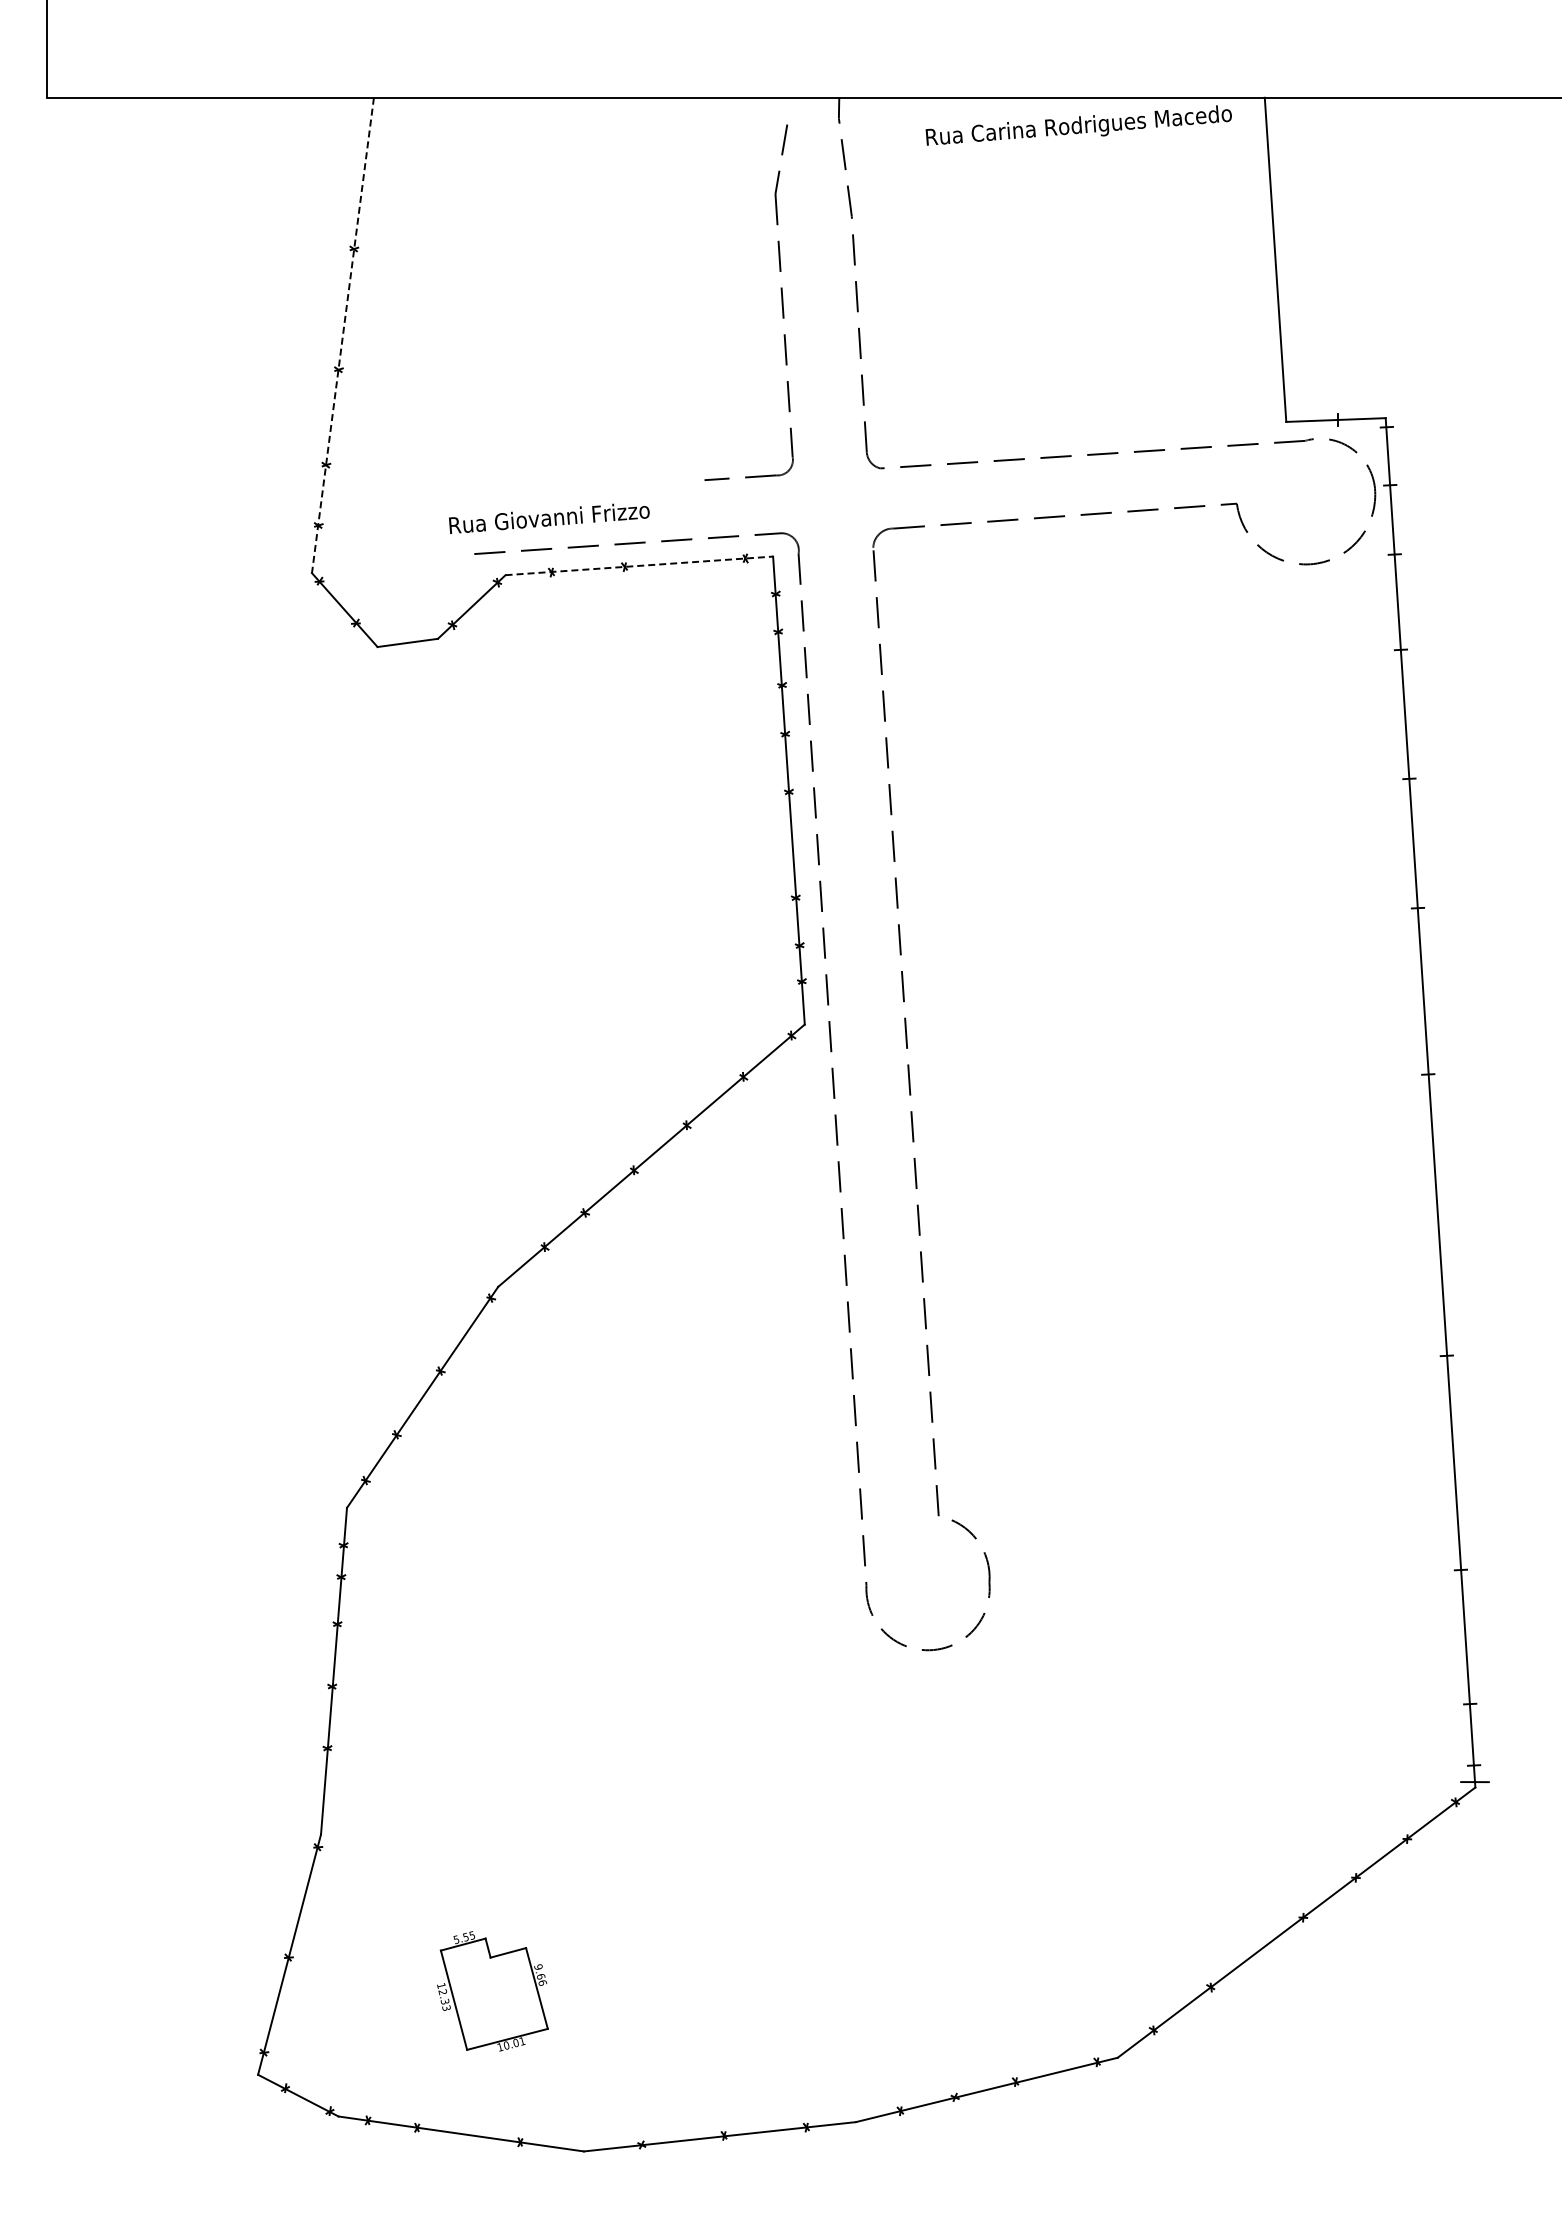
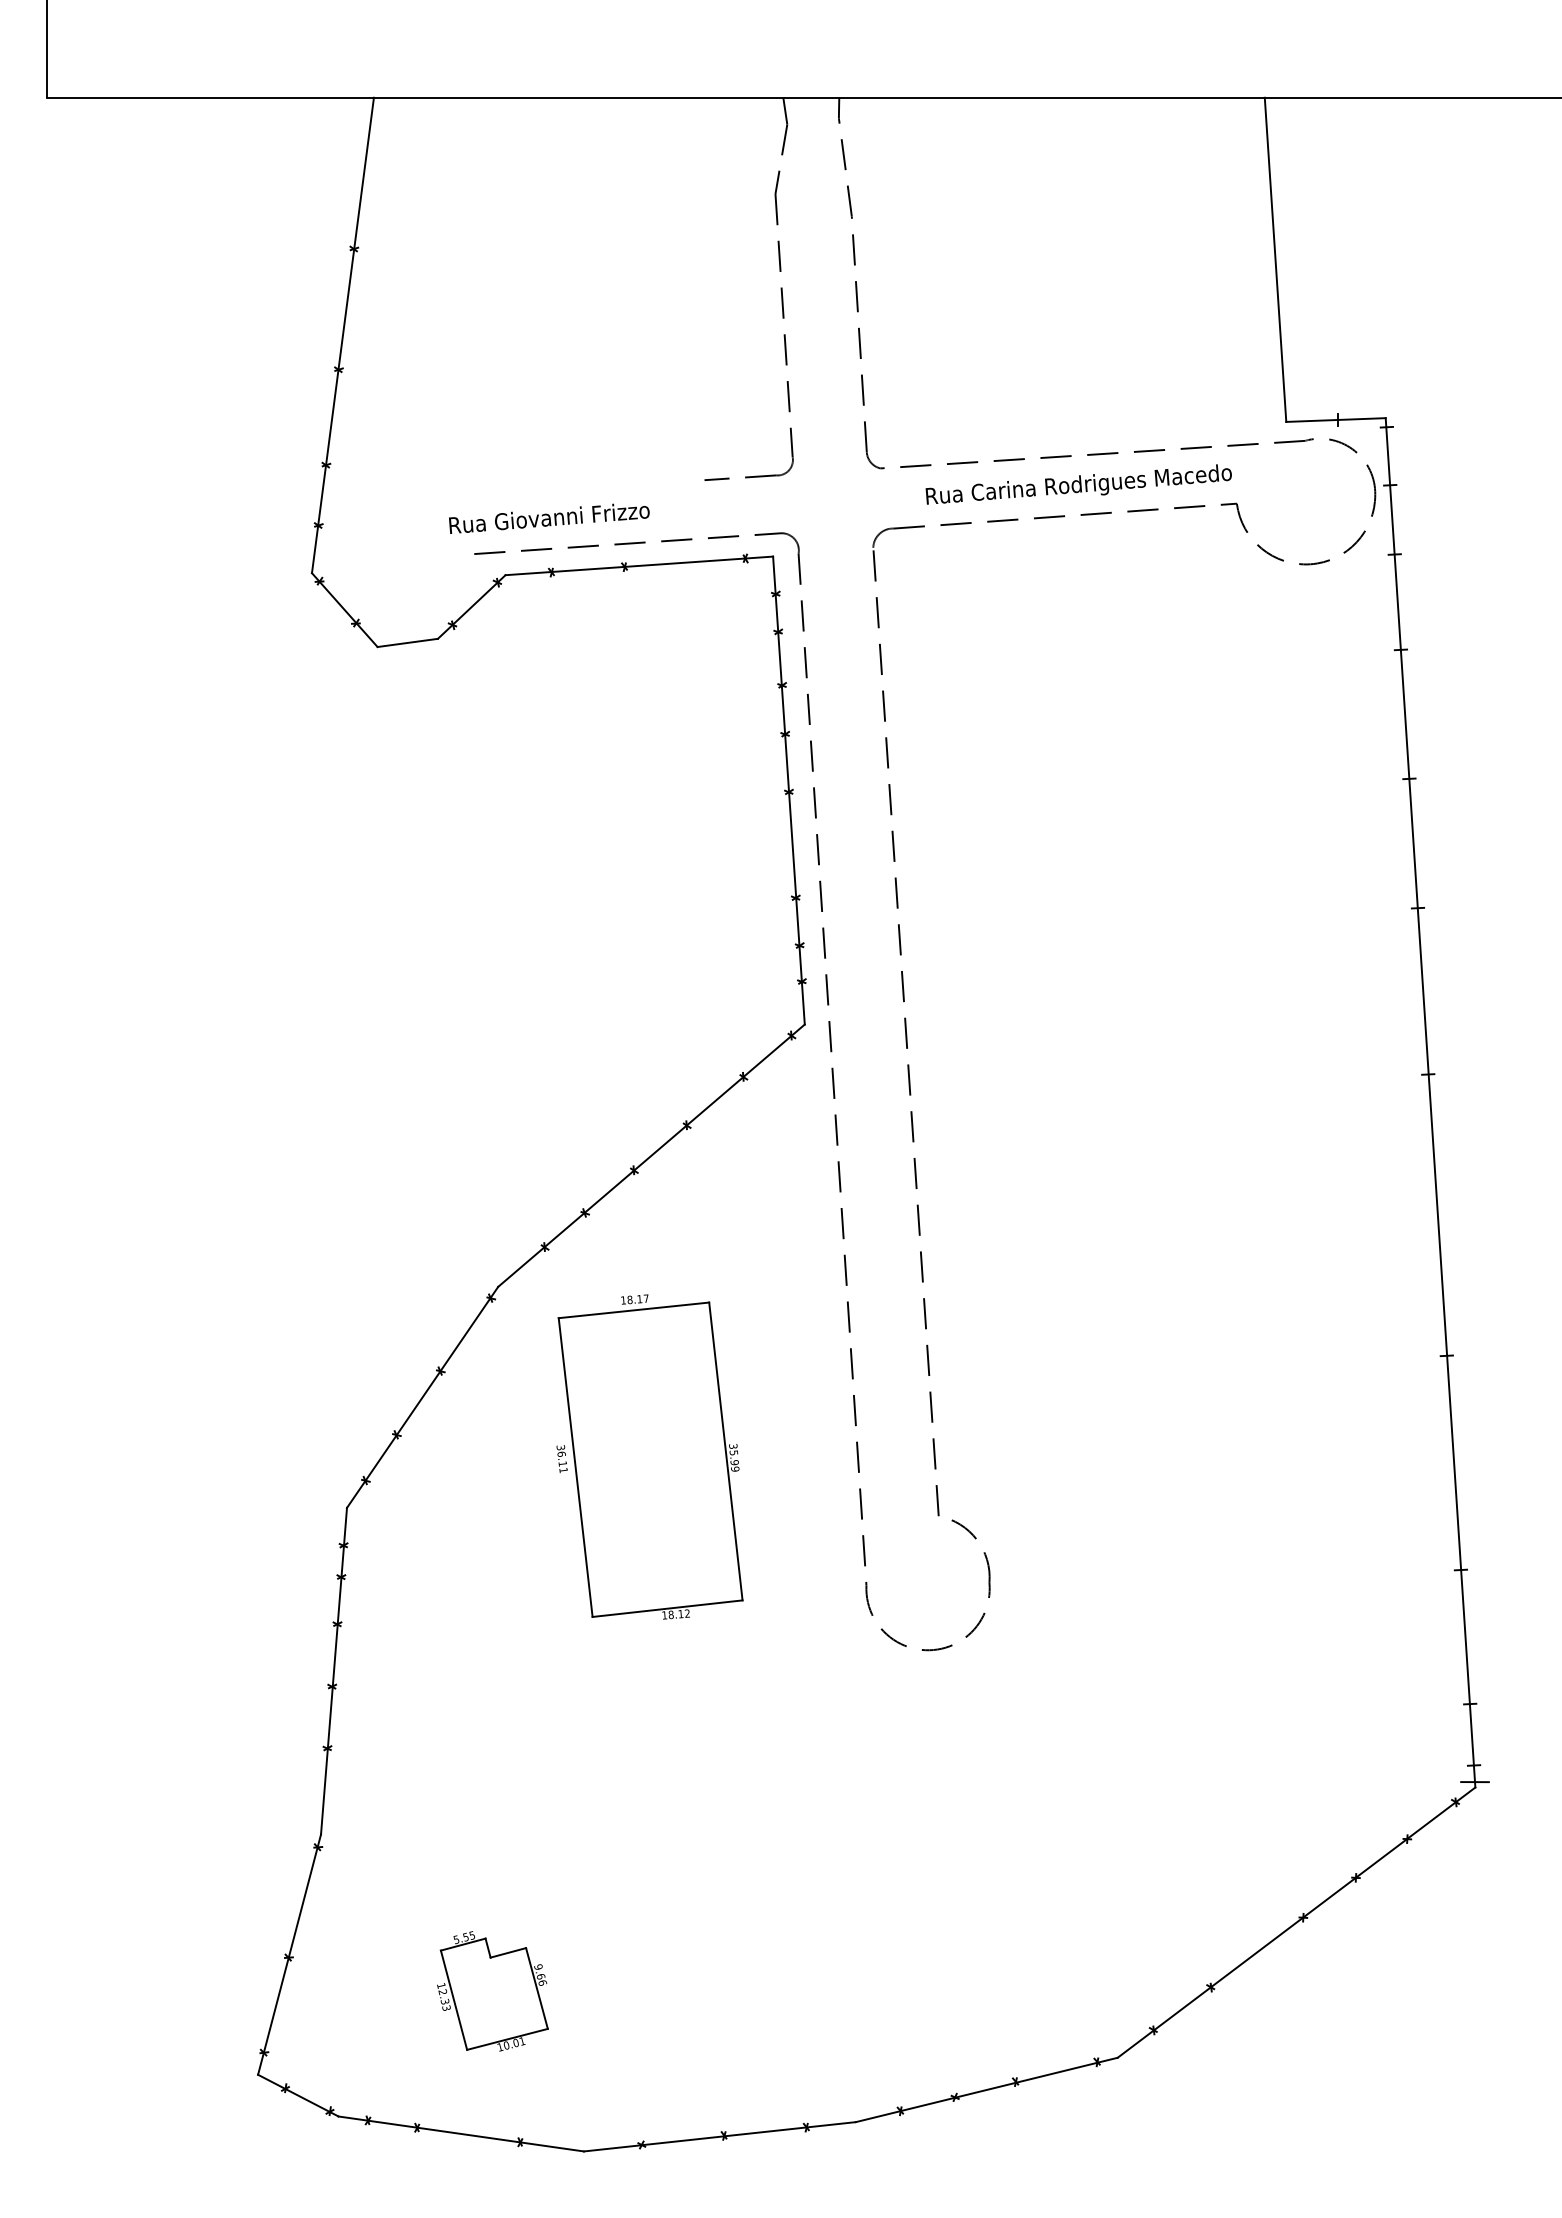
line at (785, 110): none -> present
text at (1078, 125) position: (1078, 125) -> (1078, 484)
line at (342, 335): dashed -> solid
line at (639, 565): dashed -> solid
part at (649, 1456): none -> present
